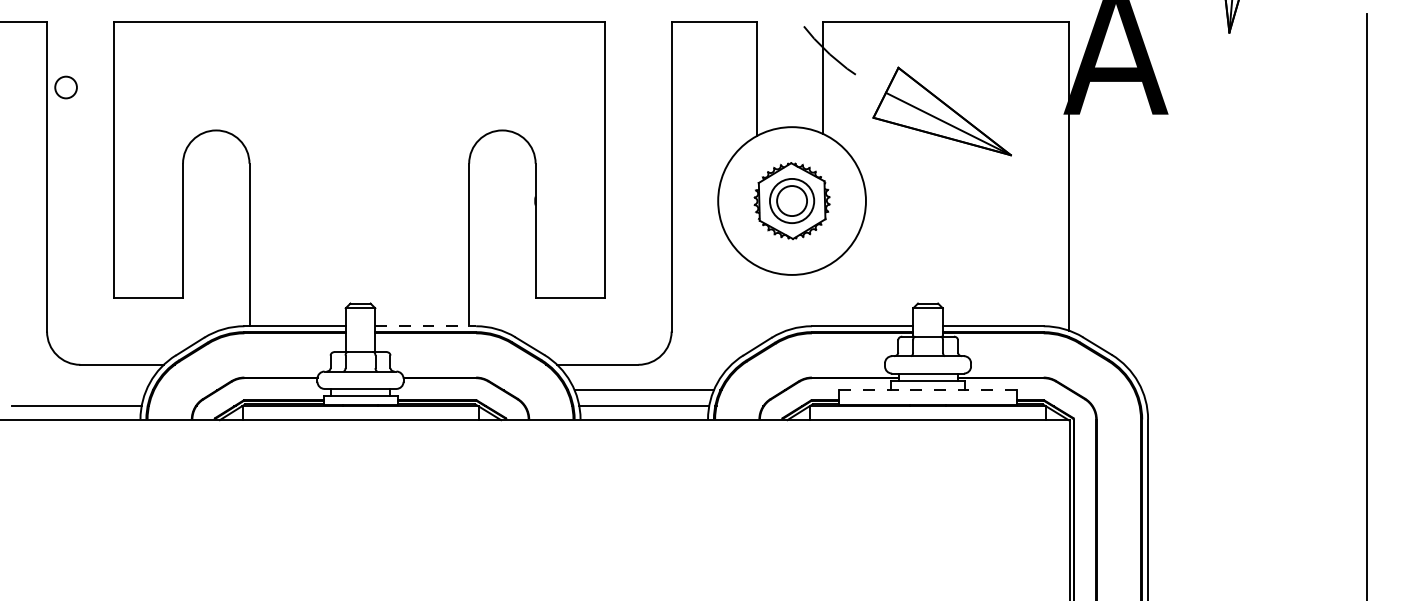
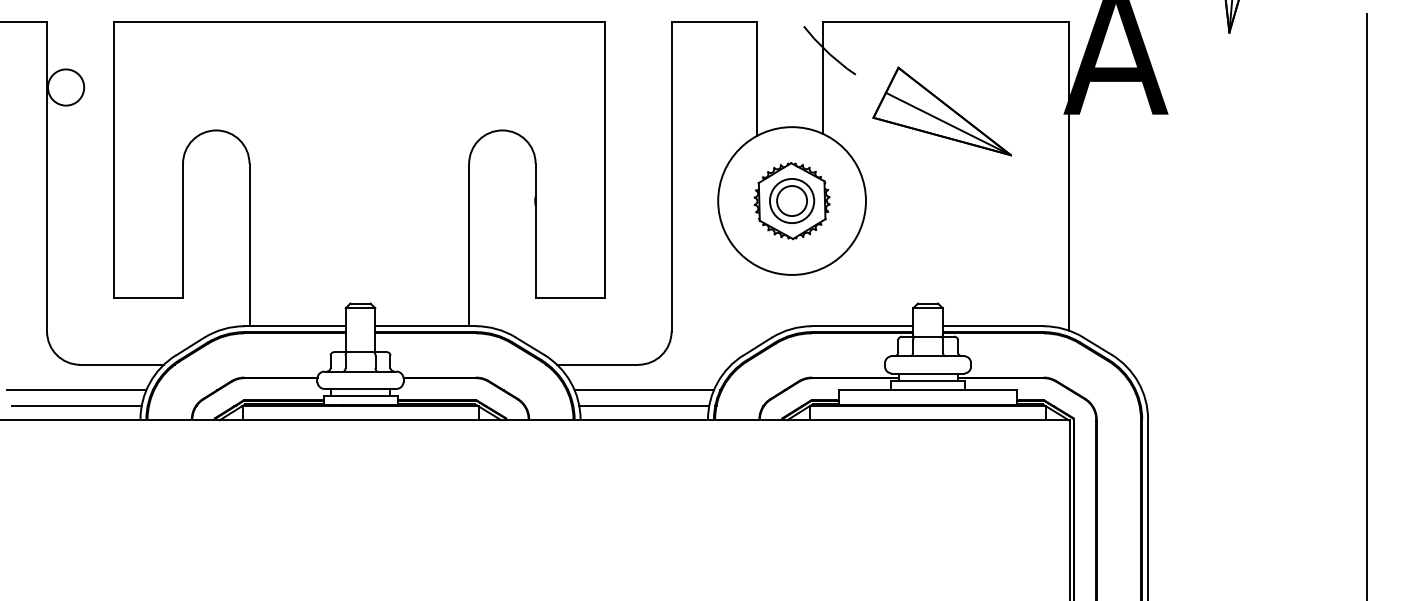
circle at (65, 87) diameter: 22 px -> 36 px
line at (426, 326): dashed -> solid
line at (928, 389): dashed -> solid
line at (76, 390): none -> present
